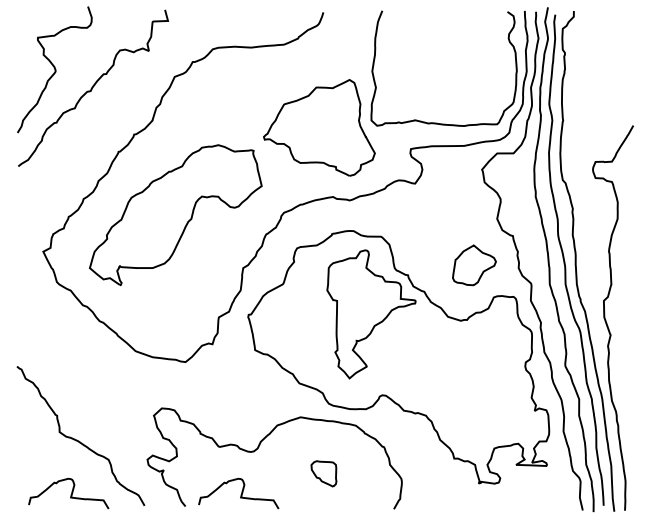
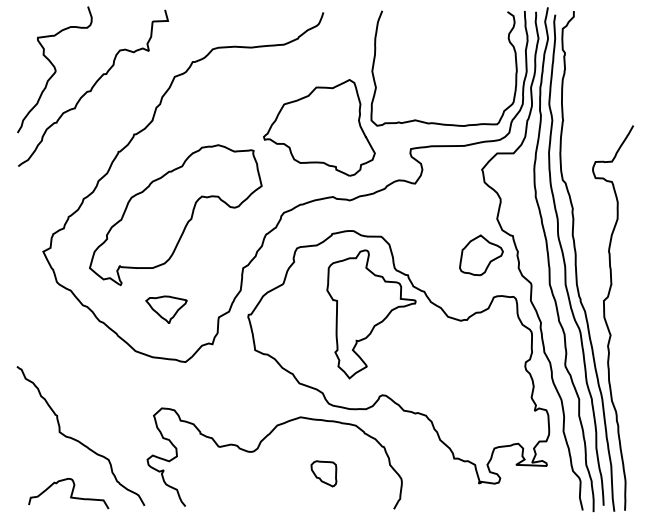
part at (474, 265) position: (474, 265) -> (481, 255)
part at (166, 309): none -> present
curve at (240, 494): present -> none
